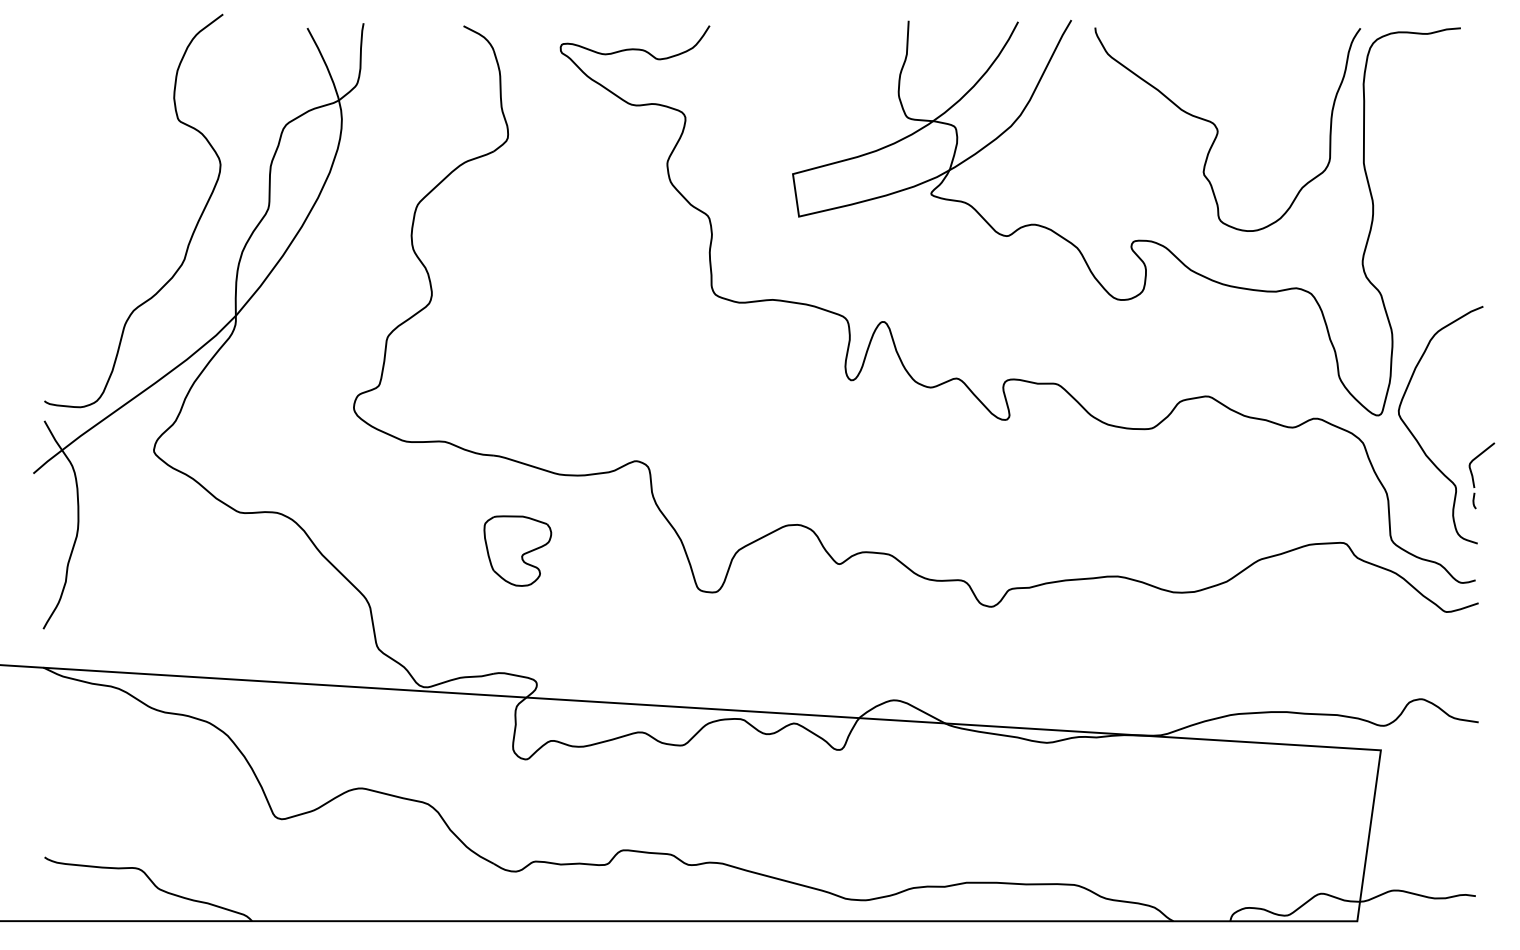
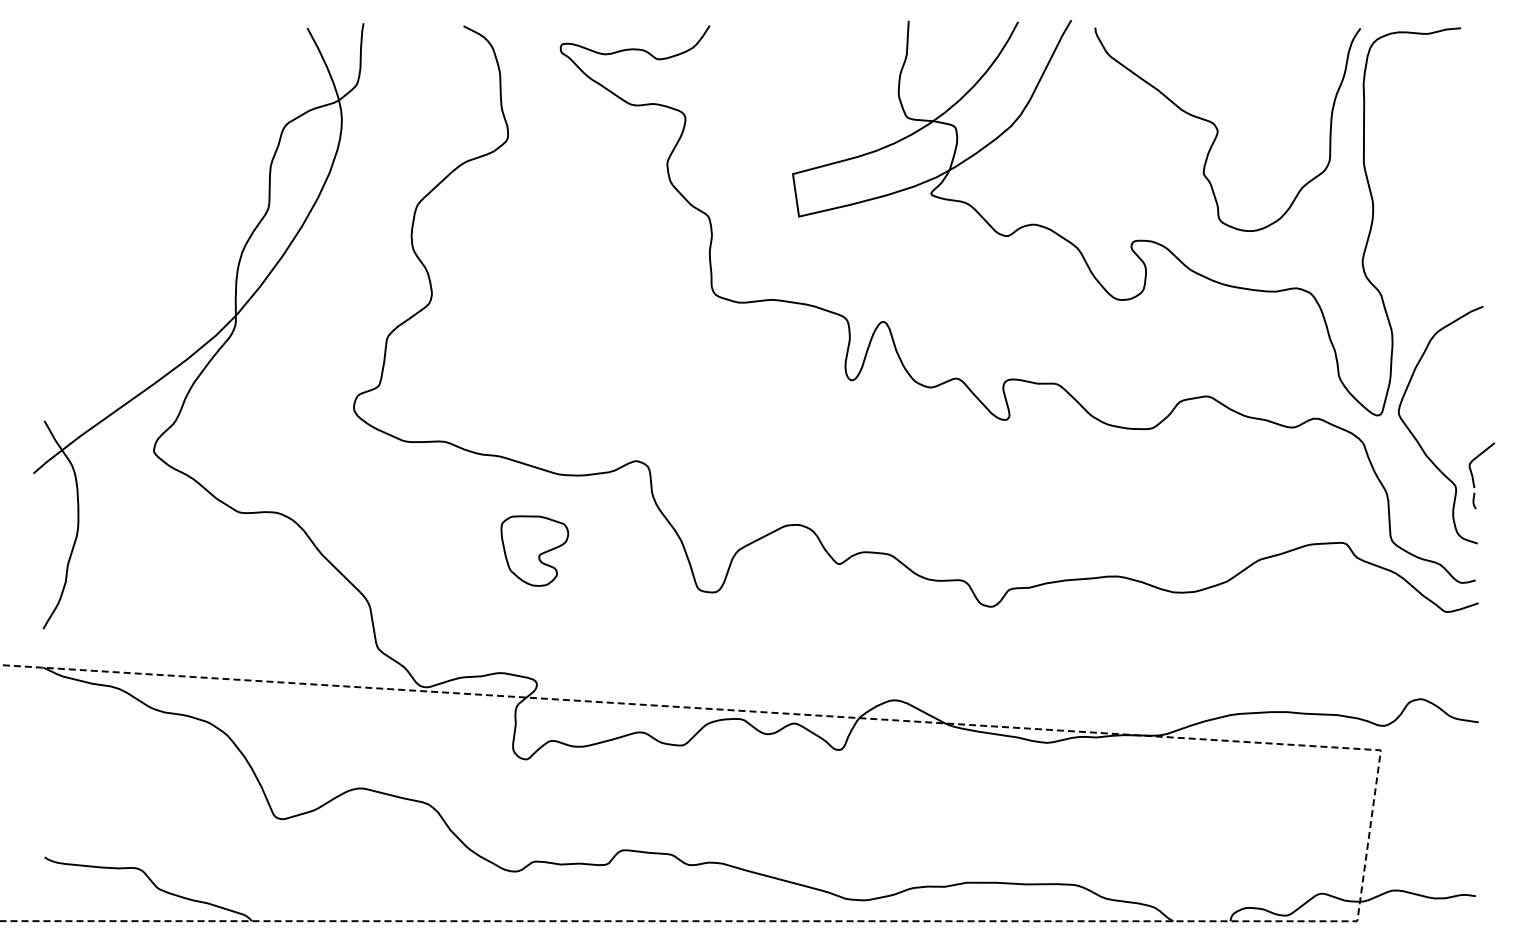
curve at (191, 234): present -> none
part at (517, 550) position: (517, 550) -> (534, 550)
line at (1370, 823): solid -> dashed
